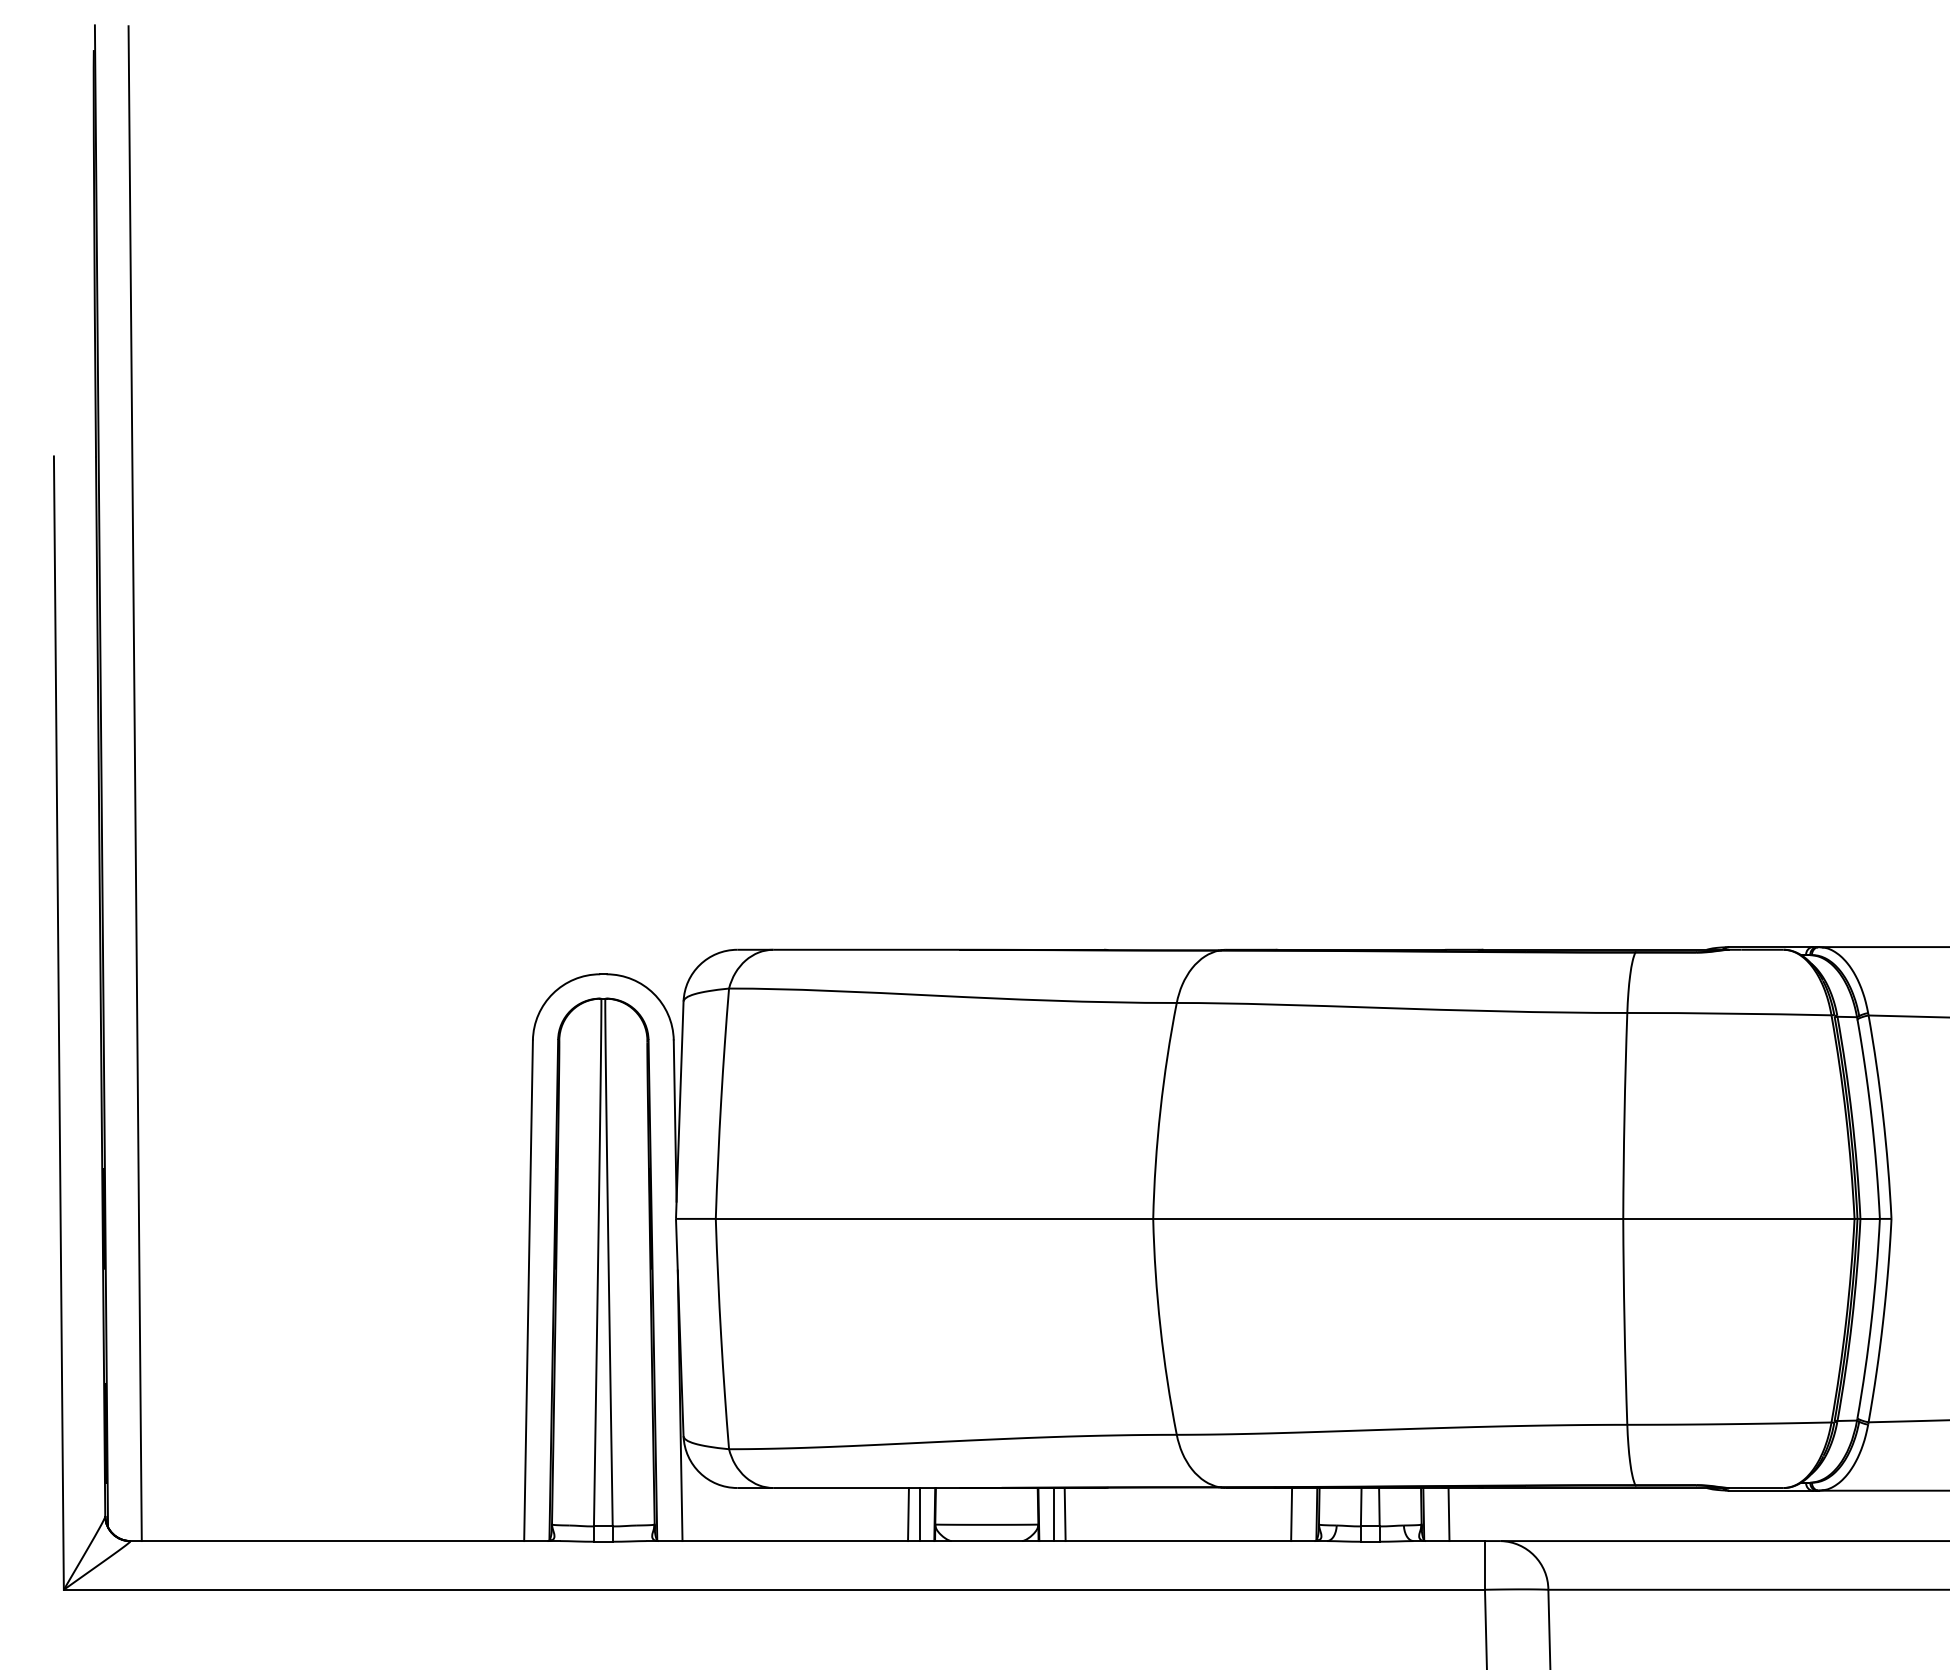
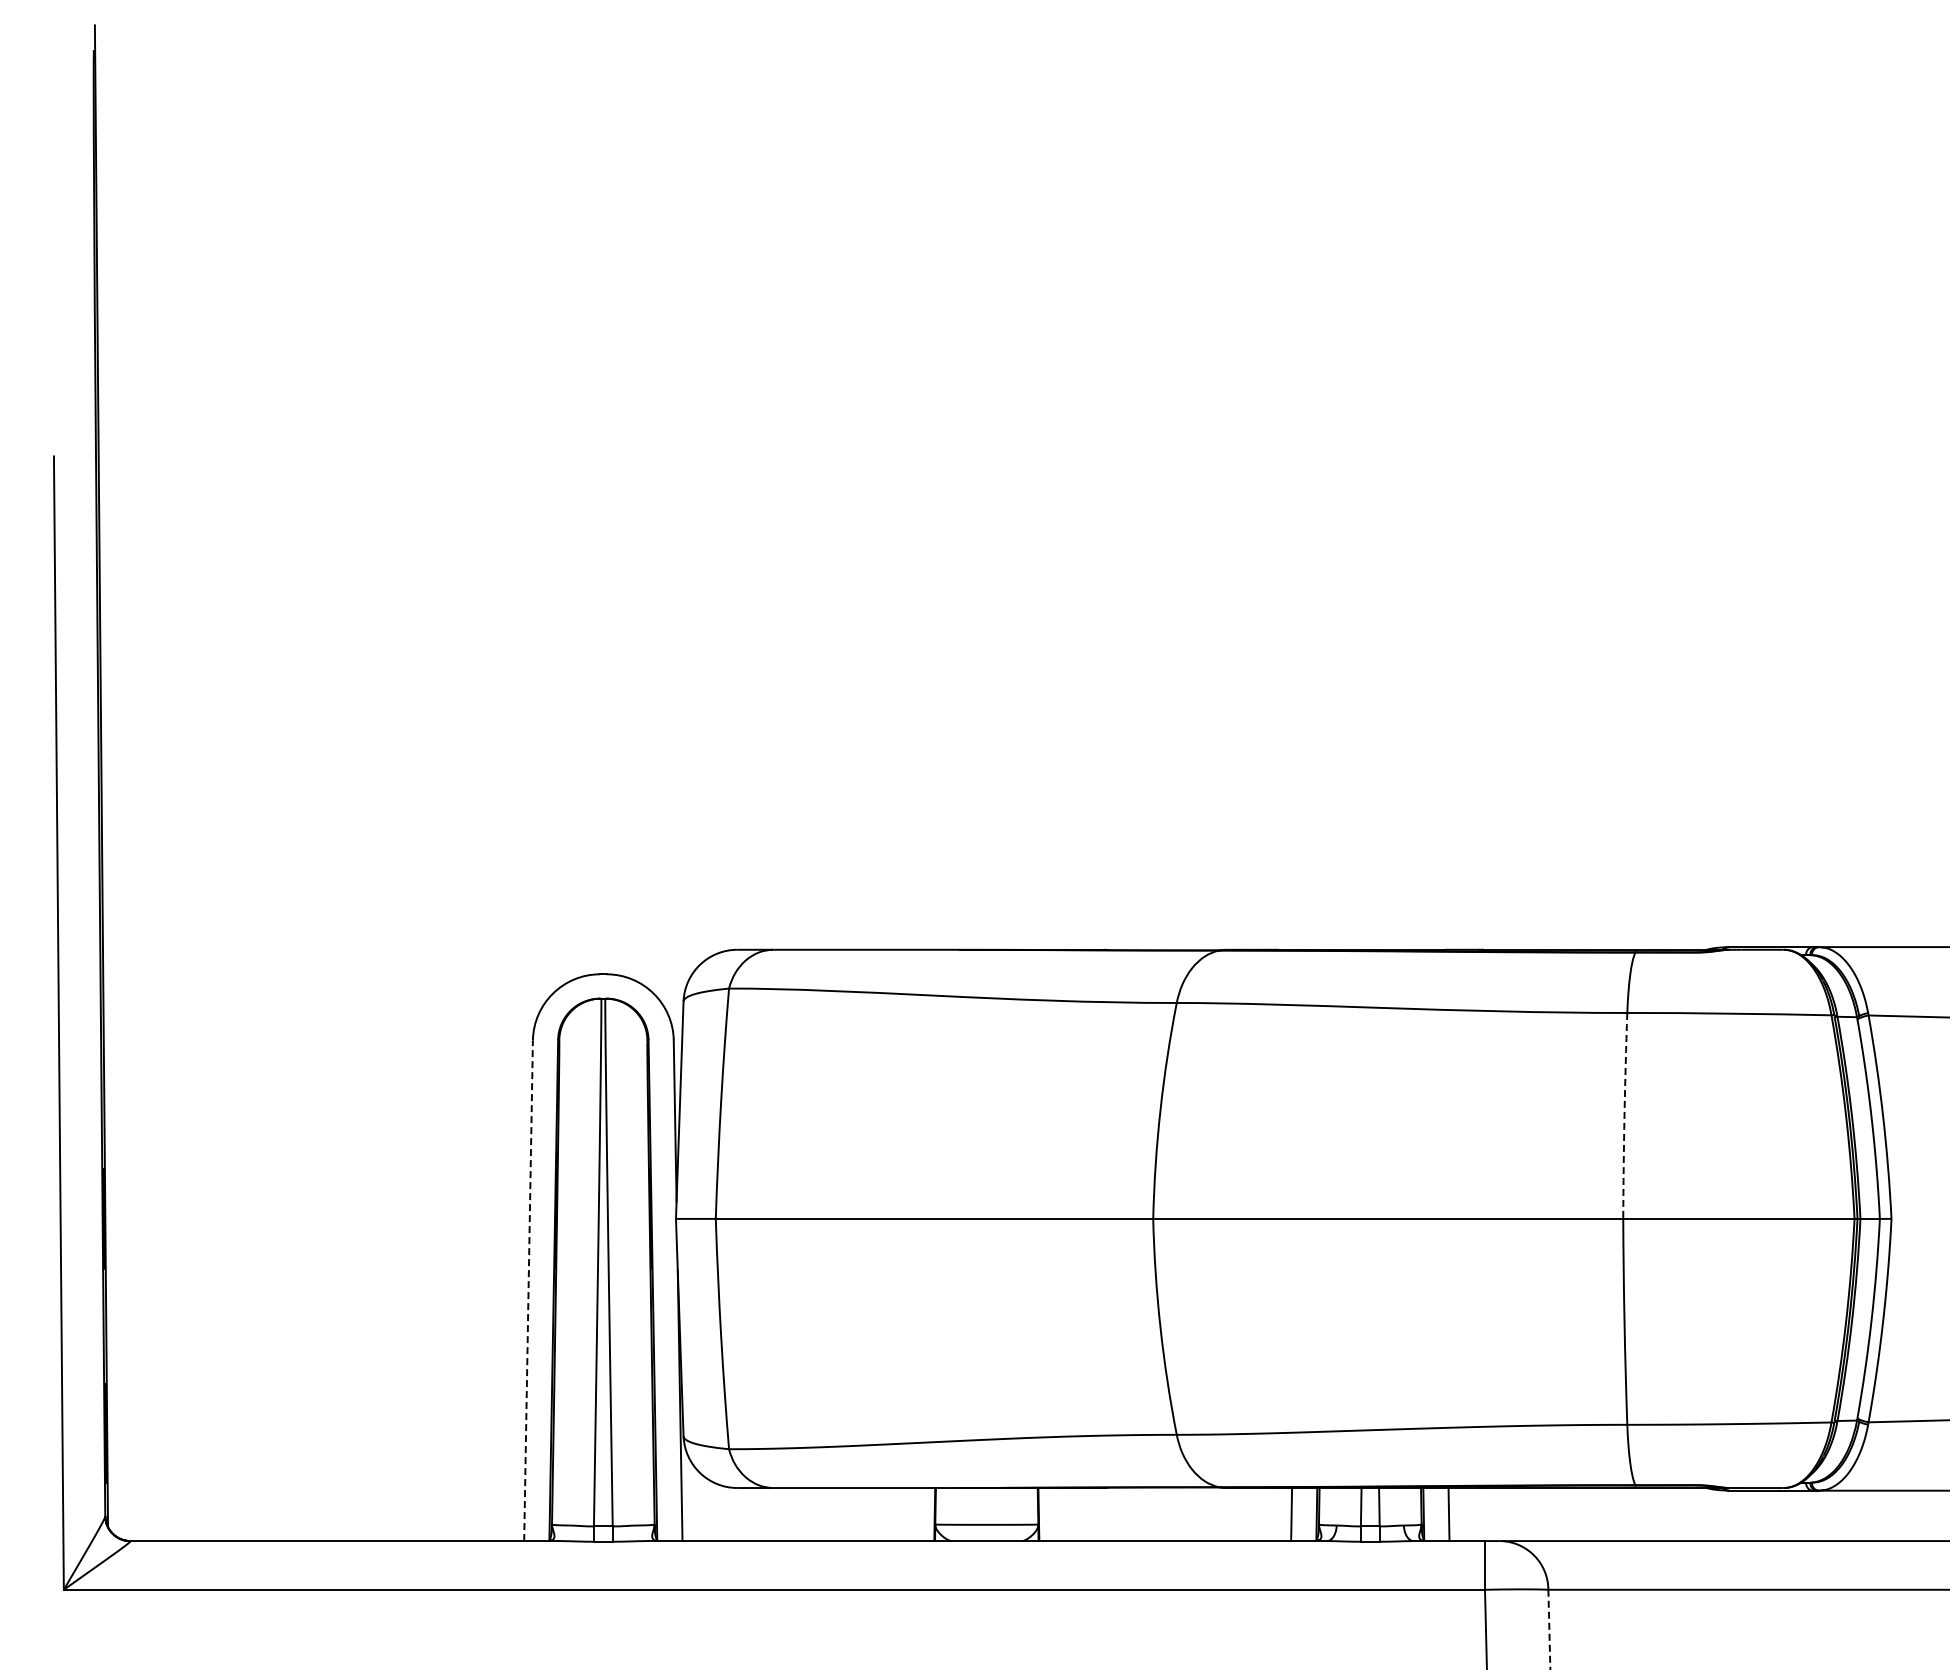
line at (134, 783): present -> none
arc at (1624, 1115): solid -> dashed
line at (528, 1290): solid -> dashed
line at (908, 1514): present -> none
line at (919, 1514): present -> none
line at (1053, 1514): present -> none
line at (1064, 1514): present -> none
line at (1549, 1629): solid -> dashed
